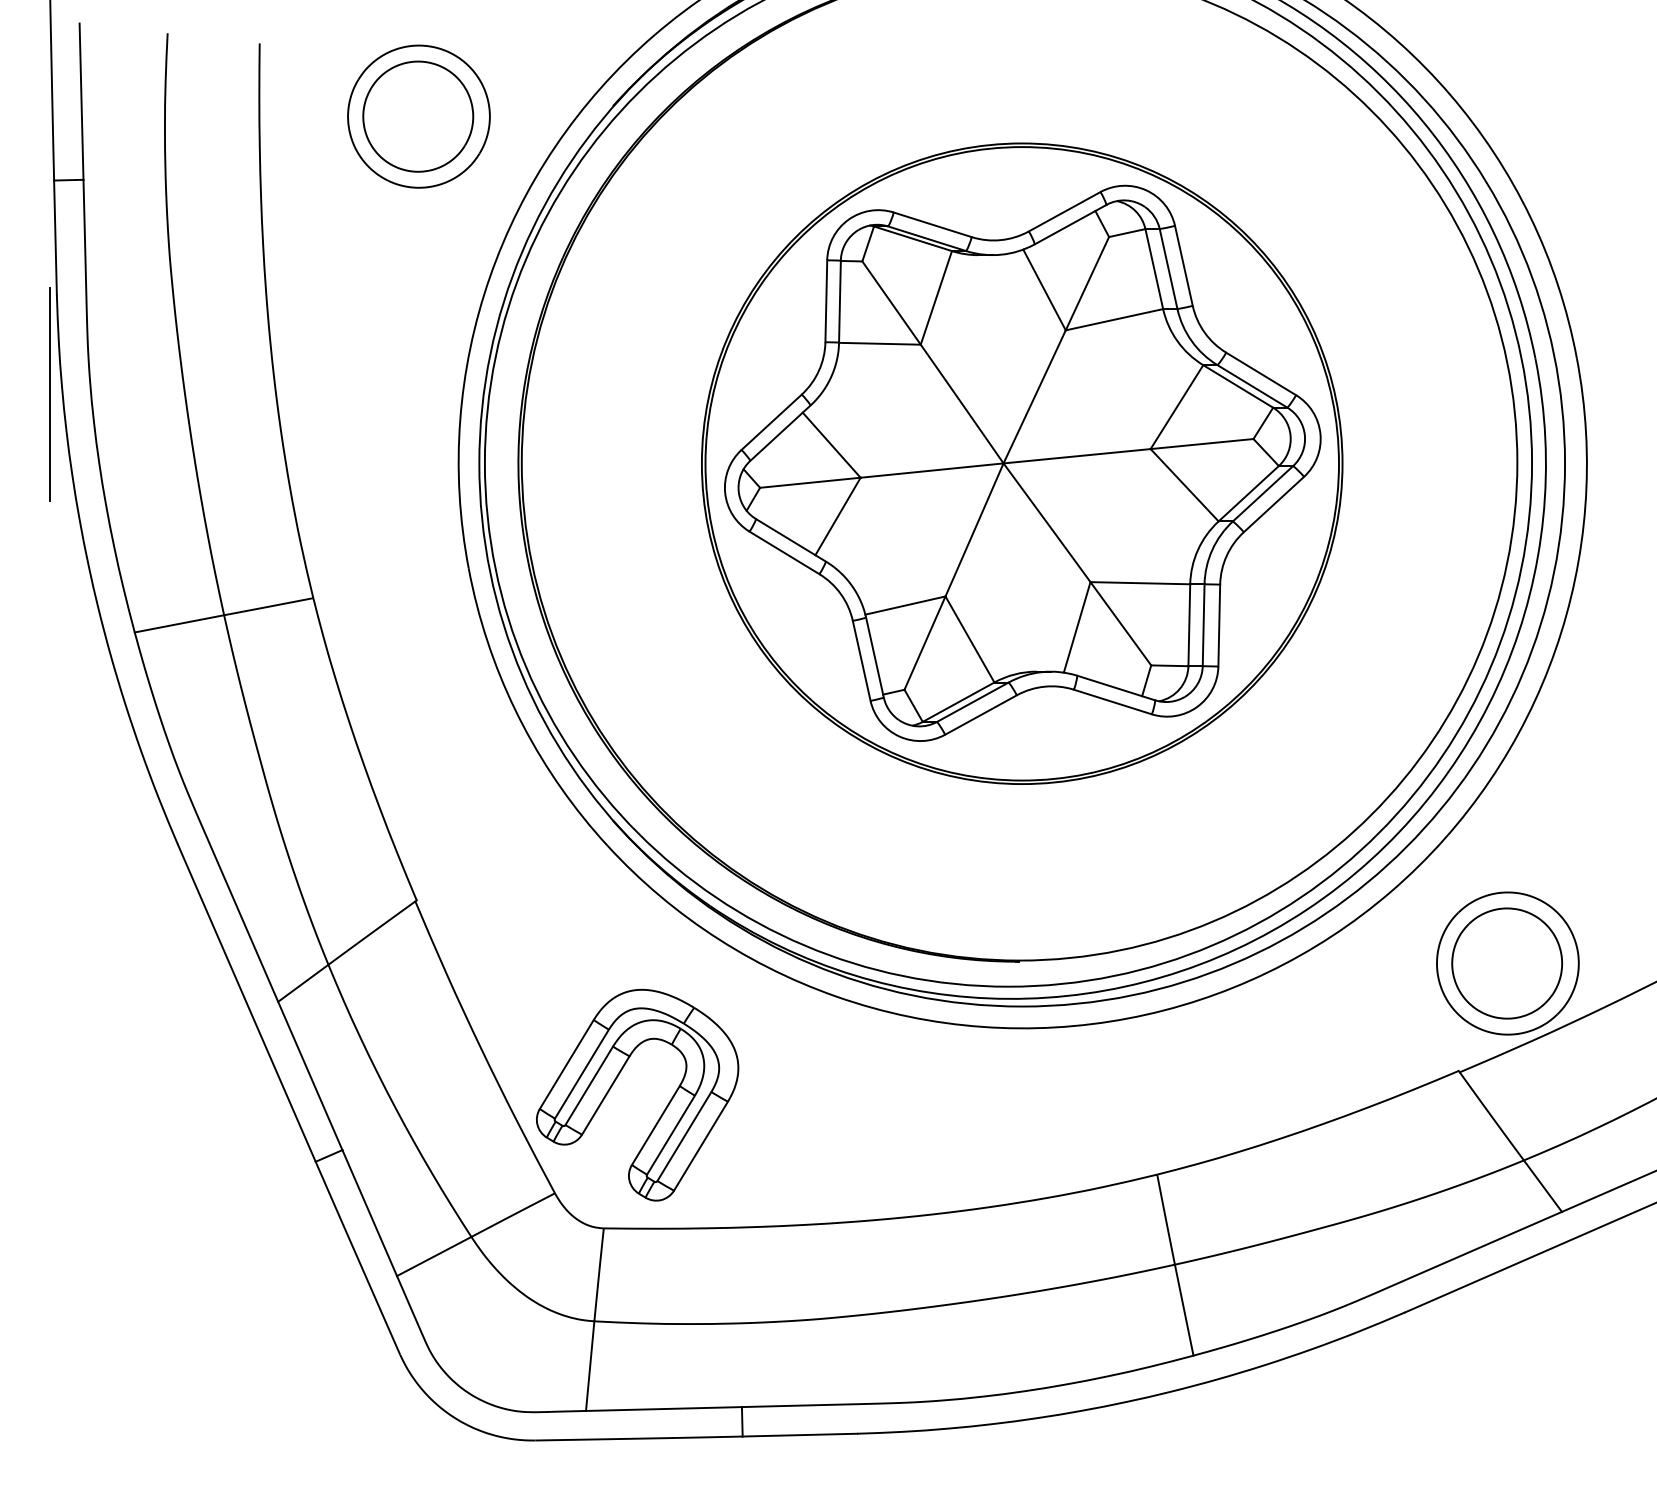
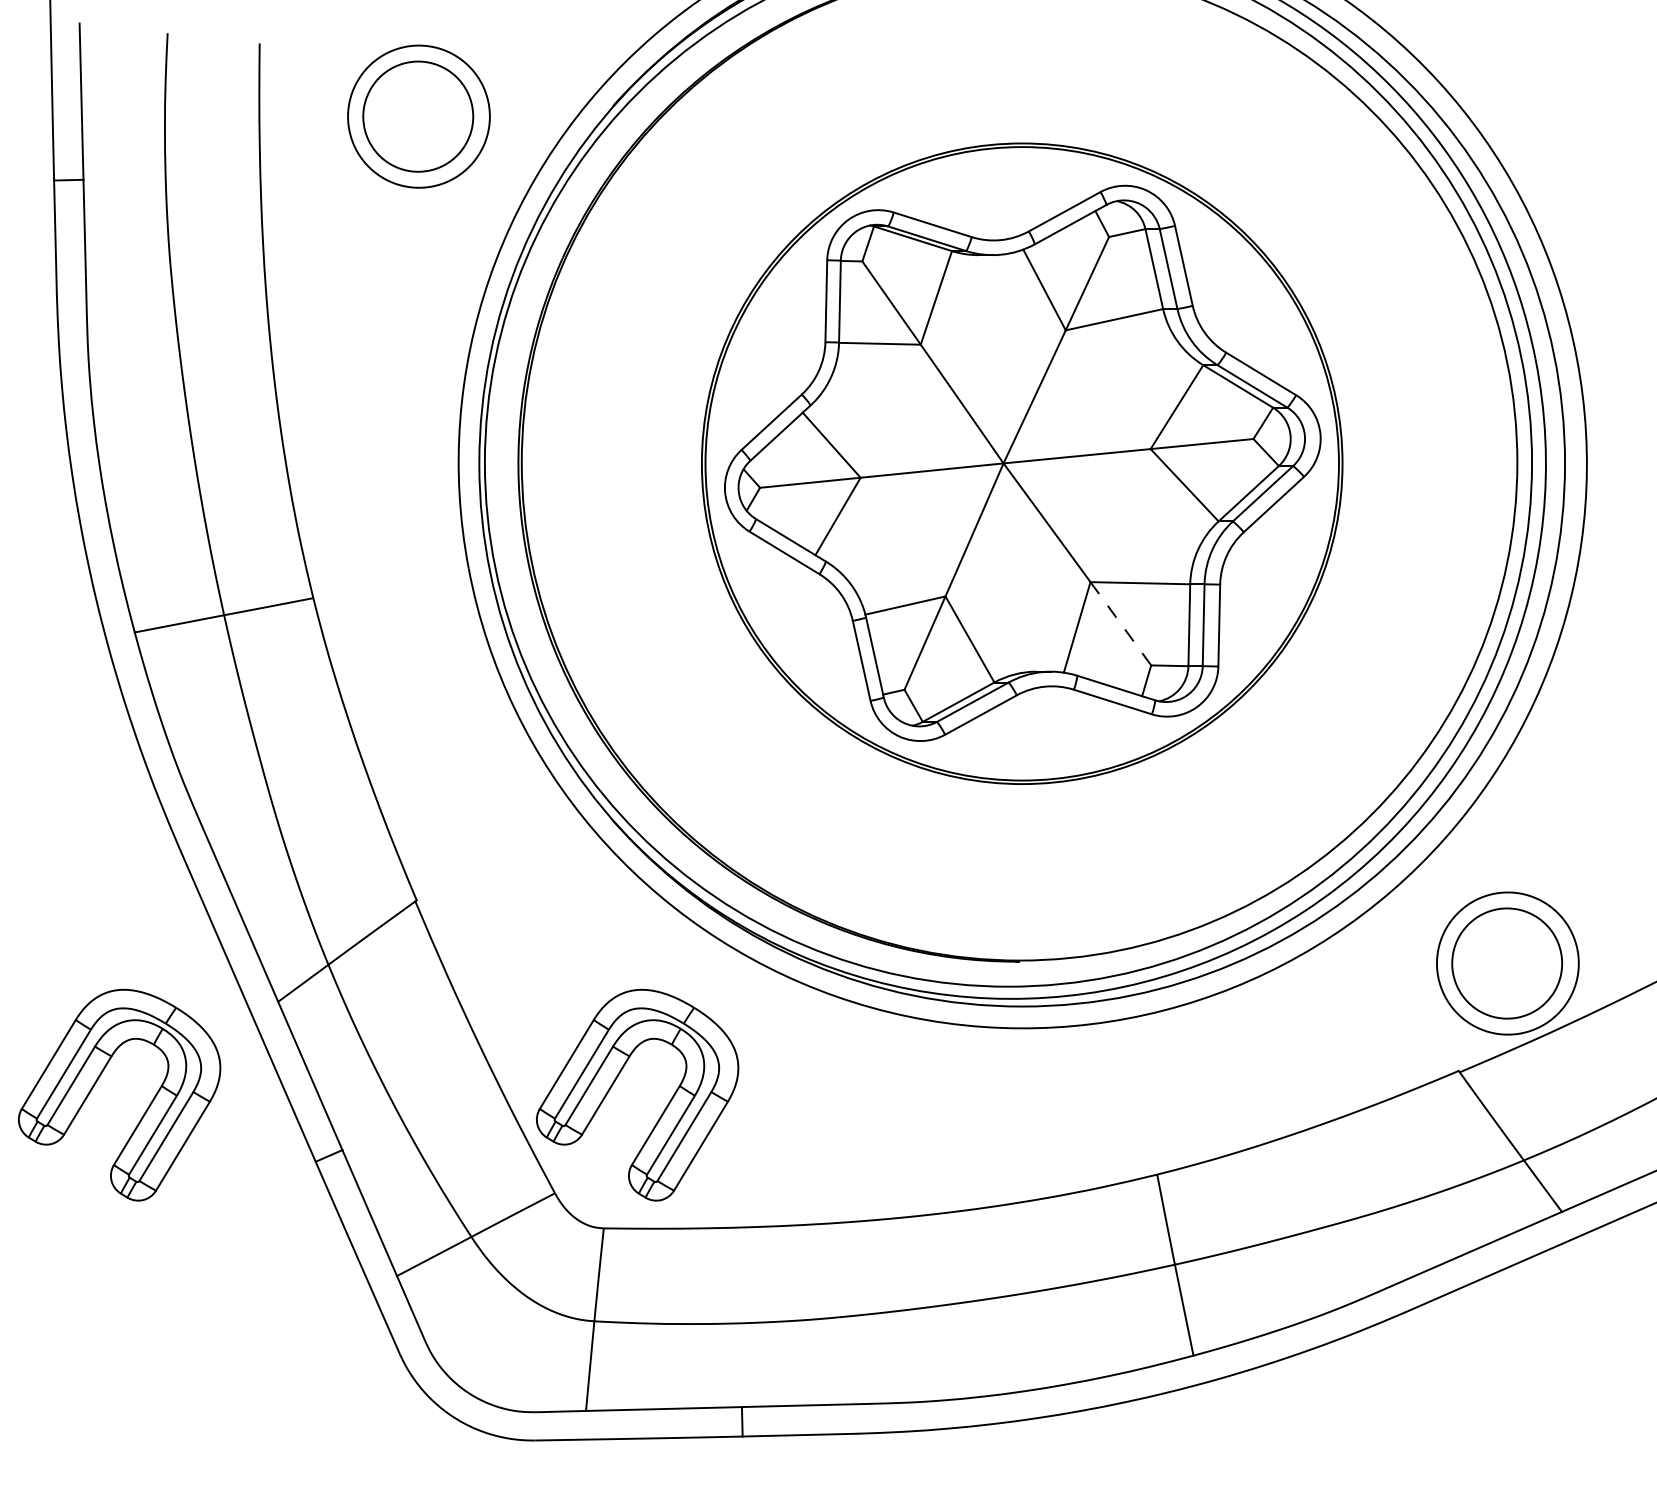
line at (49, 394): present -> none
line at (1120, 623): solid -> dashed
part at (96, 1083): none -> present
